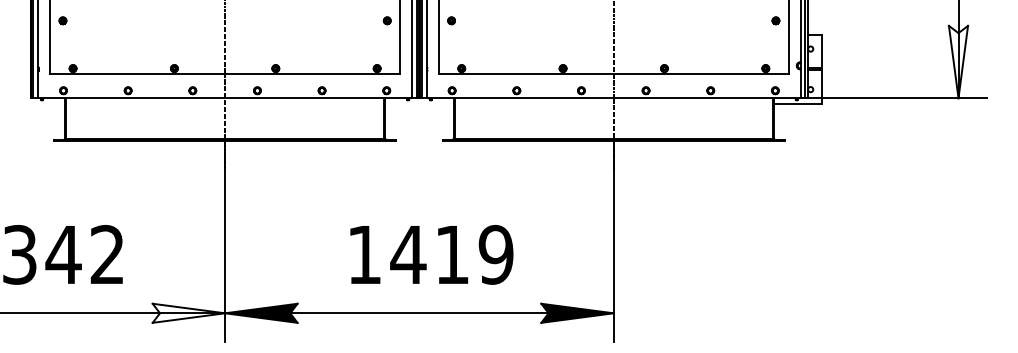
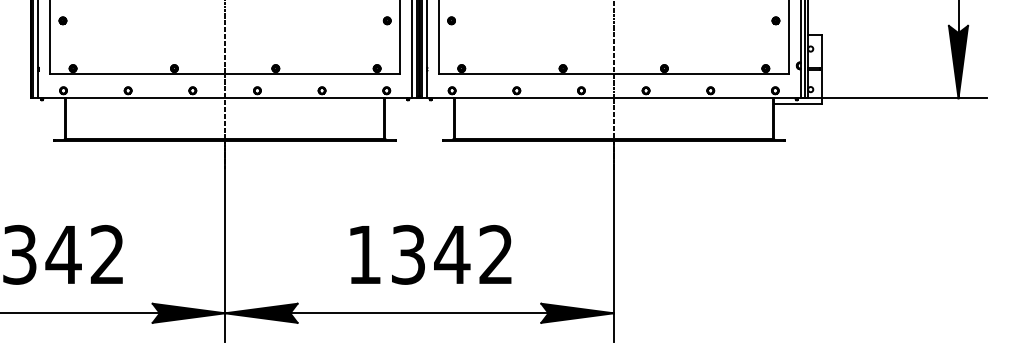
fill at (958, 61): none -> present
text at (451, 254): 1419 -> 1342
fill at (188, 312): none -> present
